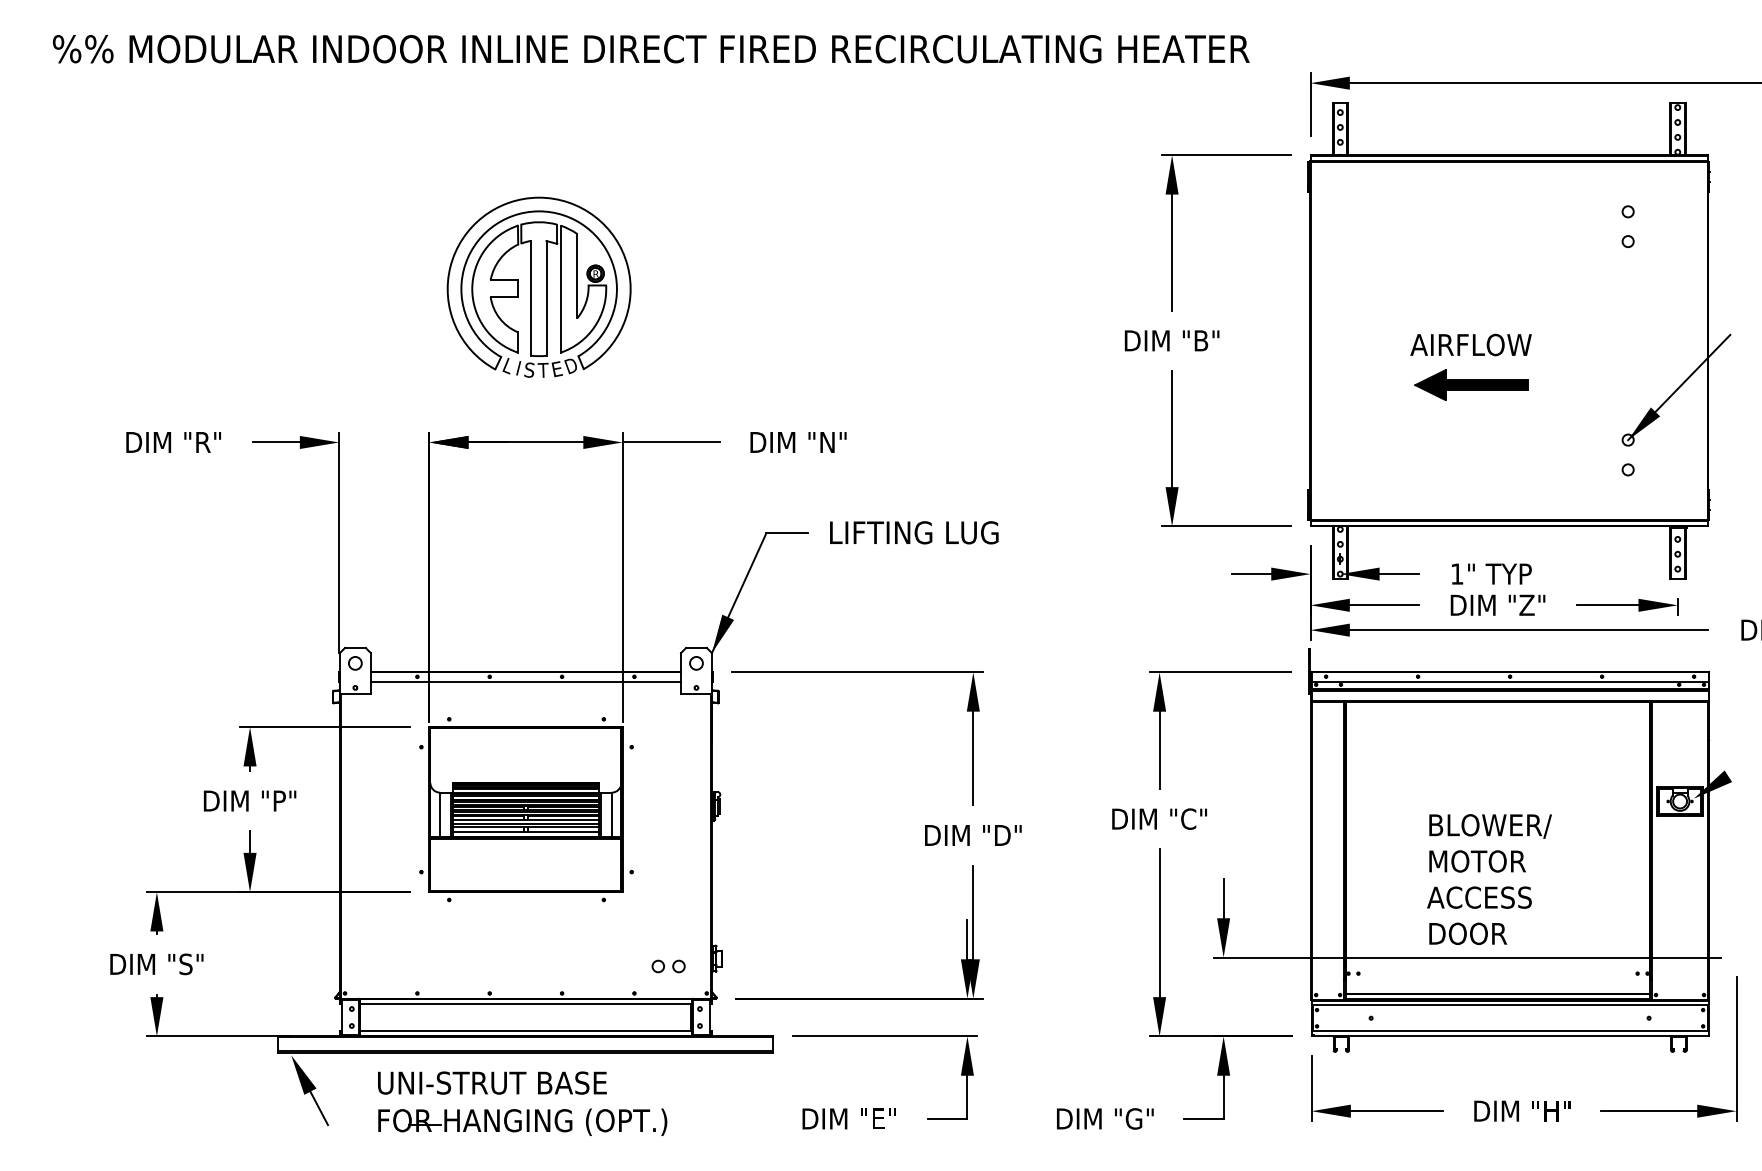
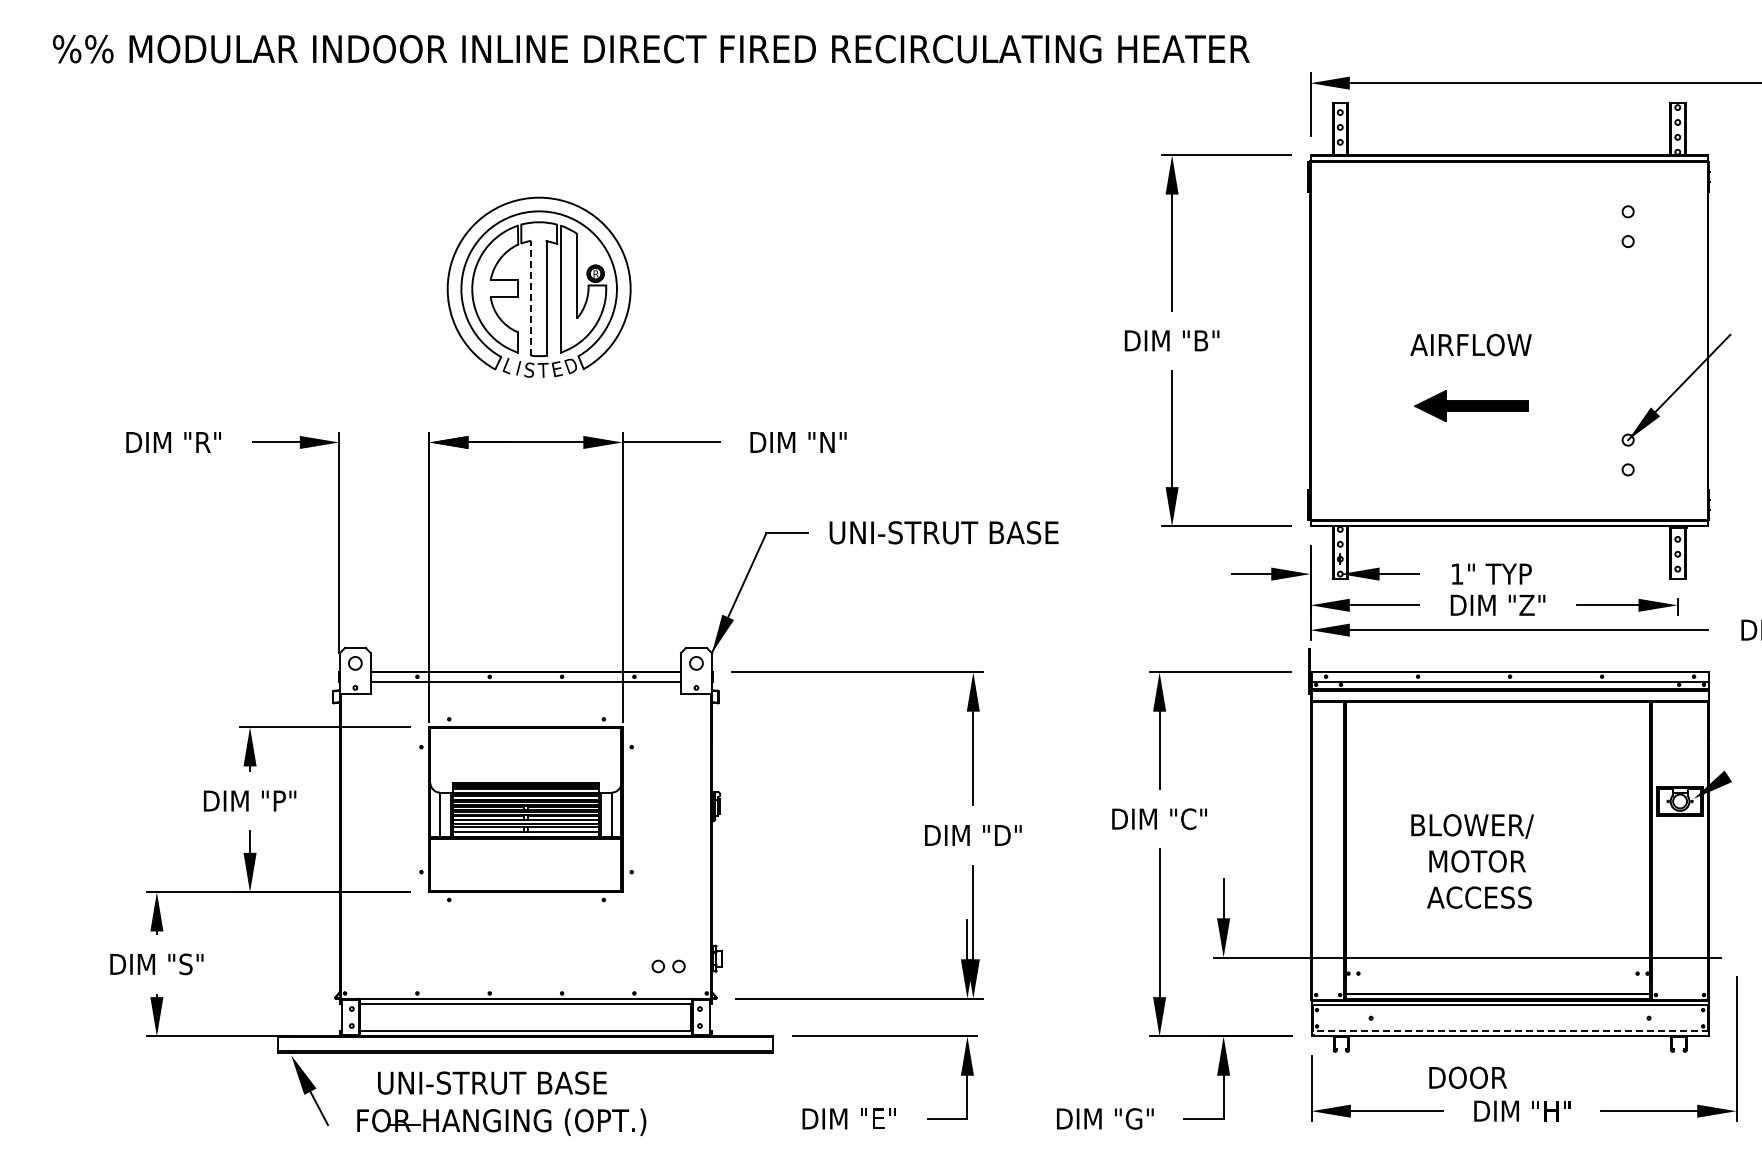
line at (531, 297): solid -> dashed
part at (1471, 384) position: (1471, 384) -> (1471, 405)
text at (943, 532): LIFTING LUG -> UNI-STRUT BASE
text at (1490, 826) position: (1490, 826) -> (1472, 826)
text at (1468, 933) position: (1468, 933) -> (1468, 1077)
line at (1510, 1031): solid -> dashed
part at (522, 1121) position: (522, 1121) -> (501, 1121)
